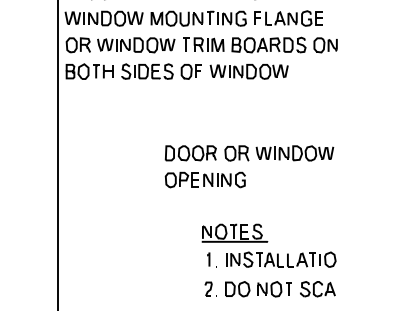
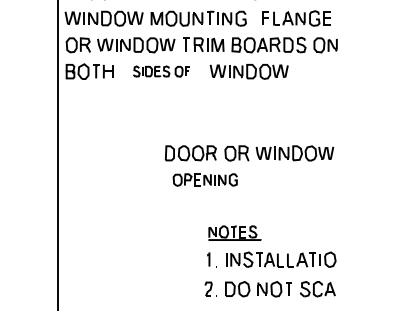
part at (288, 18) position: (288, 18) -> (296, 18)
part at (161, 71) size: 81x17 px -> 57x13 px
part at (204, 179) size: 82x18 px -> 66x14 px
part at (234, 232) size: 68x20 px -> 54x16 px
